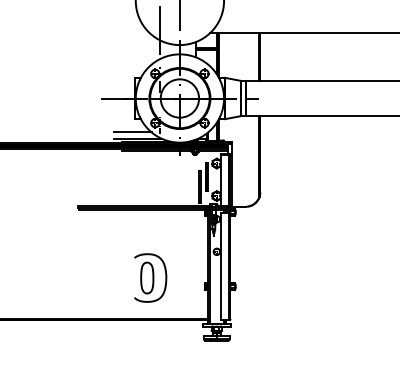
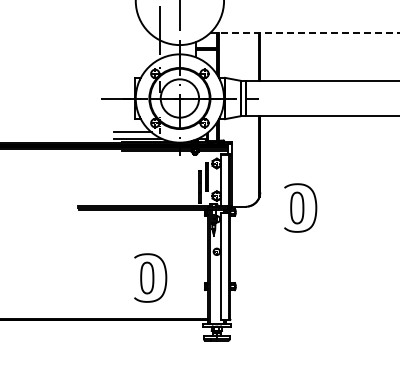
line at (304, 33): solid -> dashed
part at (300, 207): none -> present
